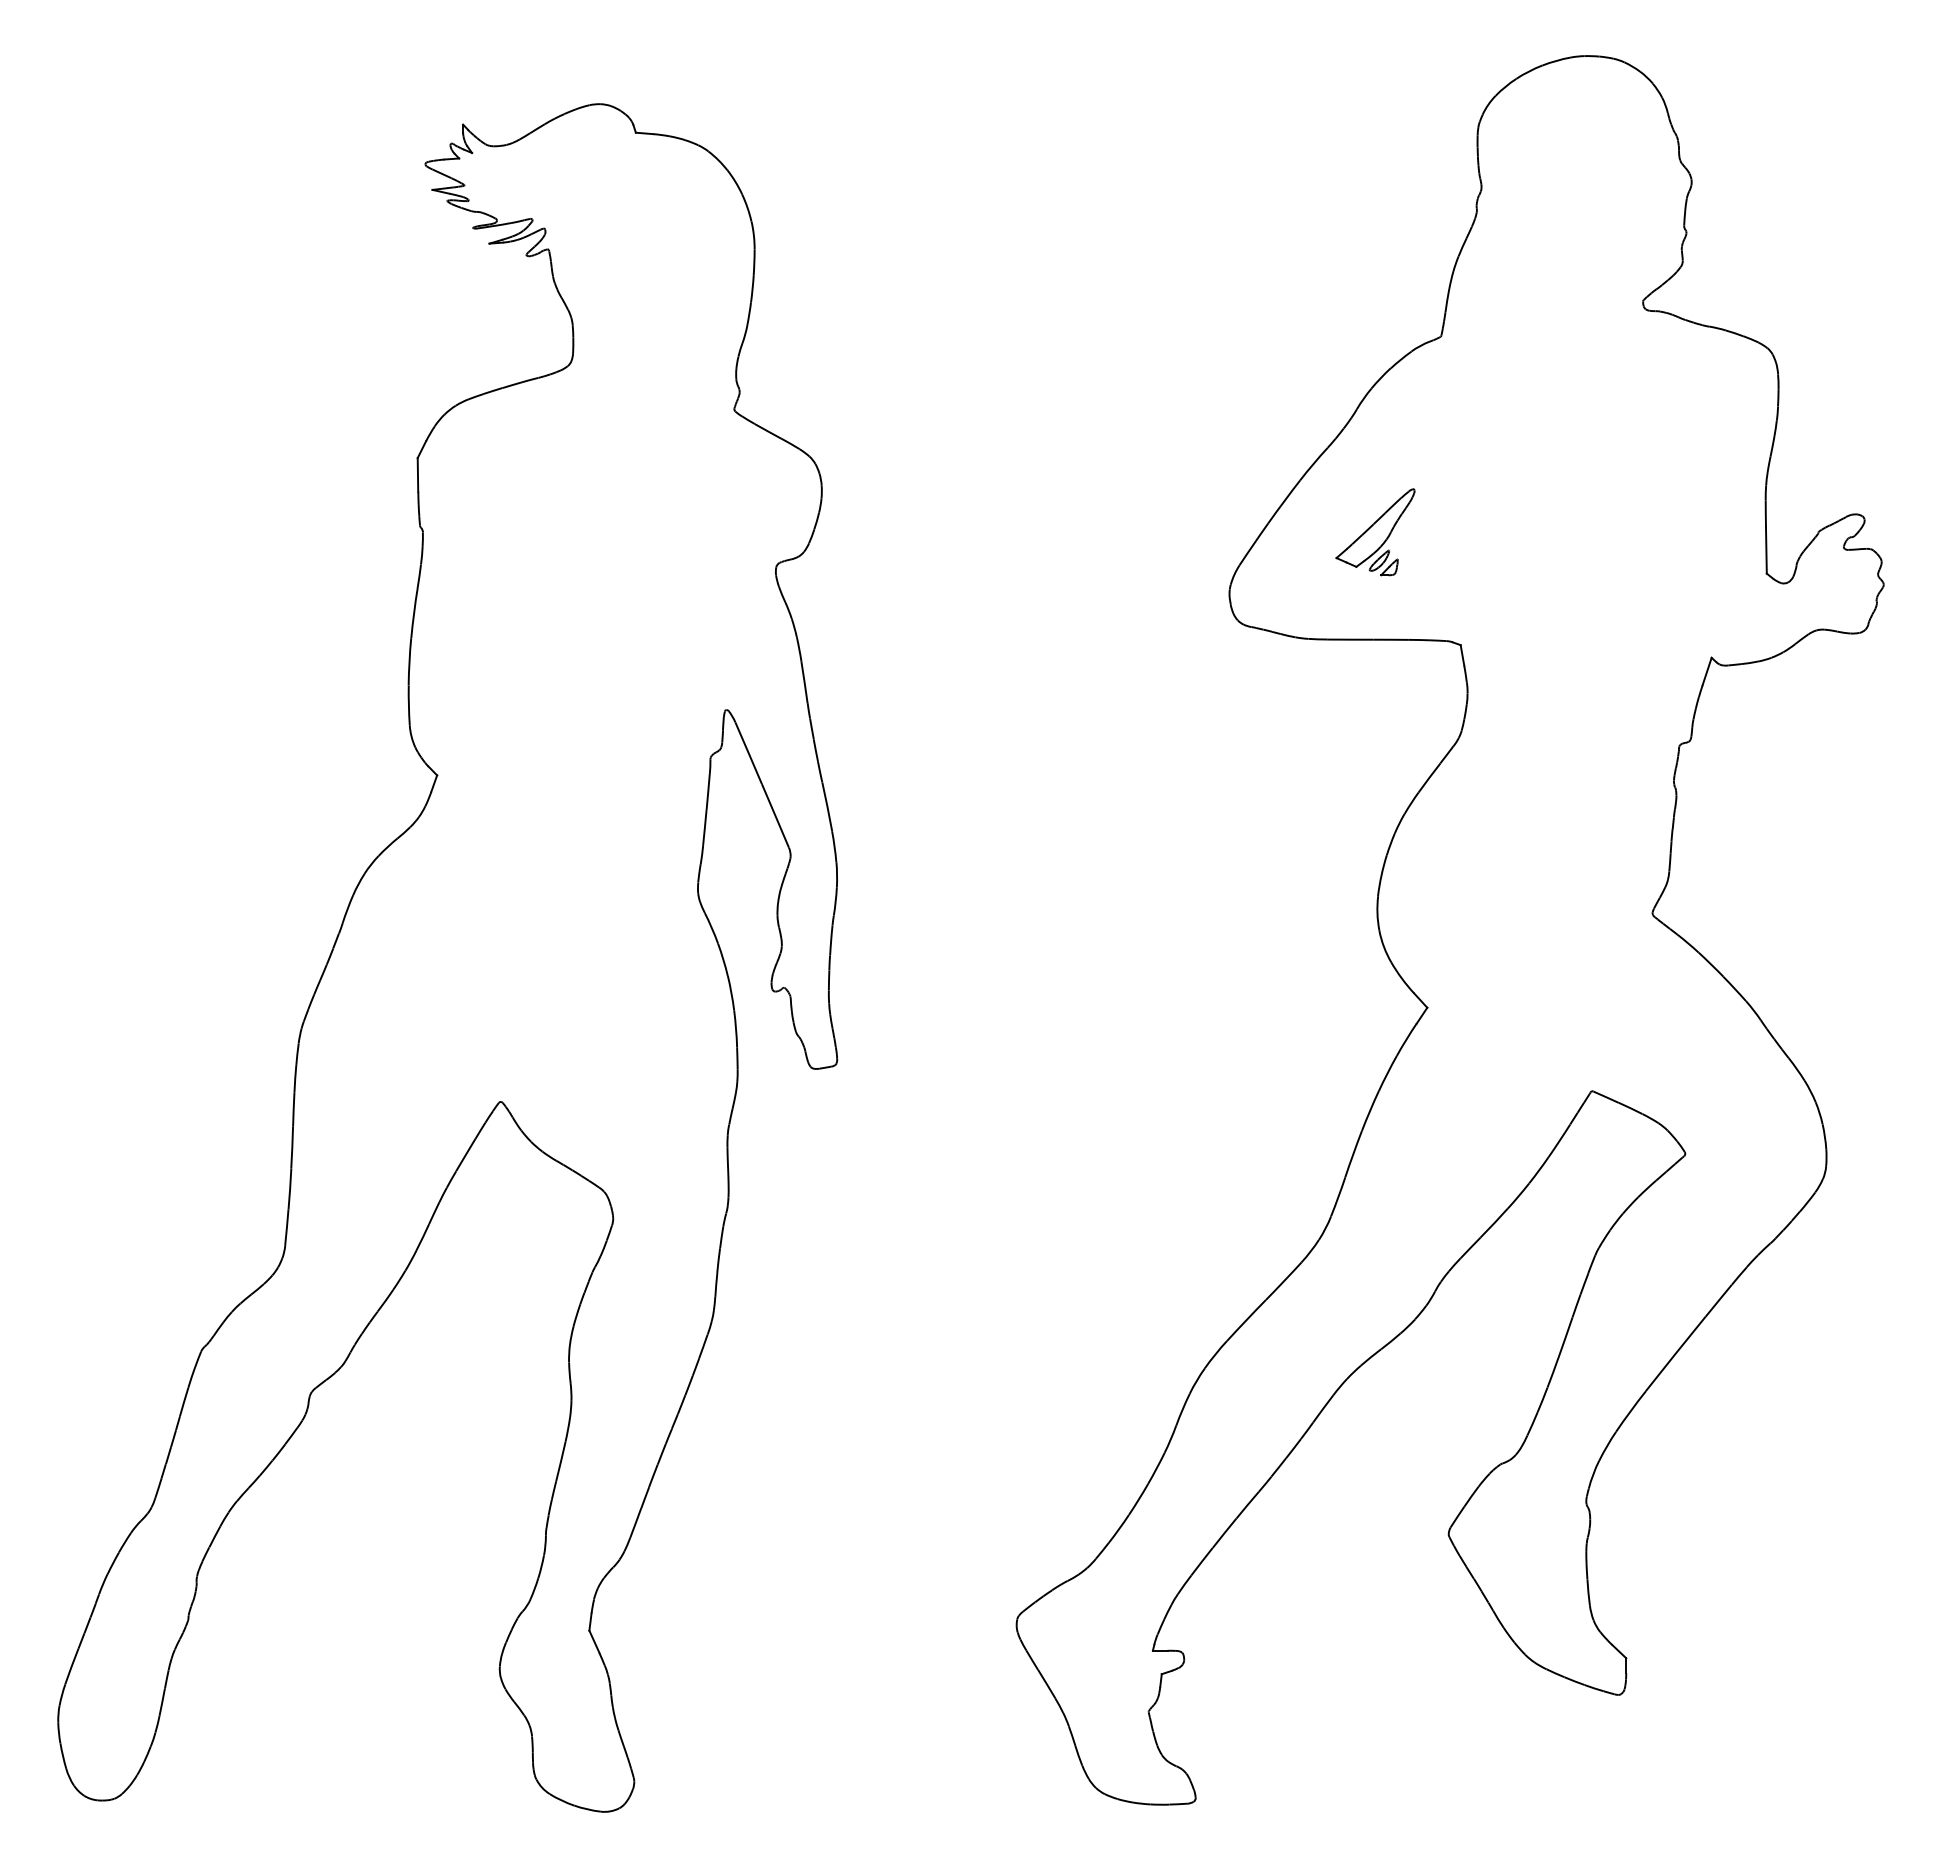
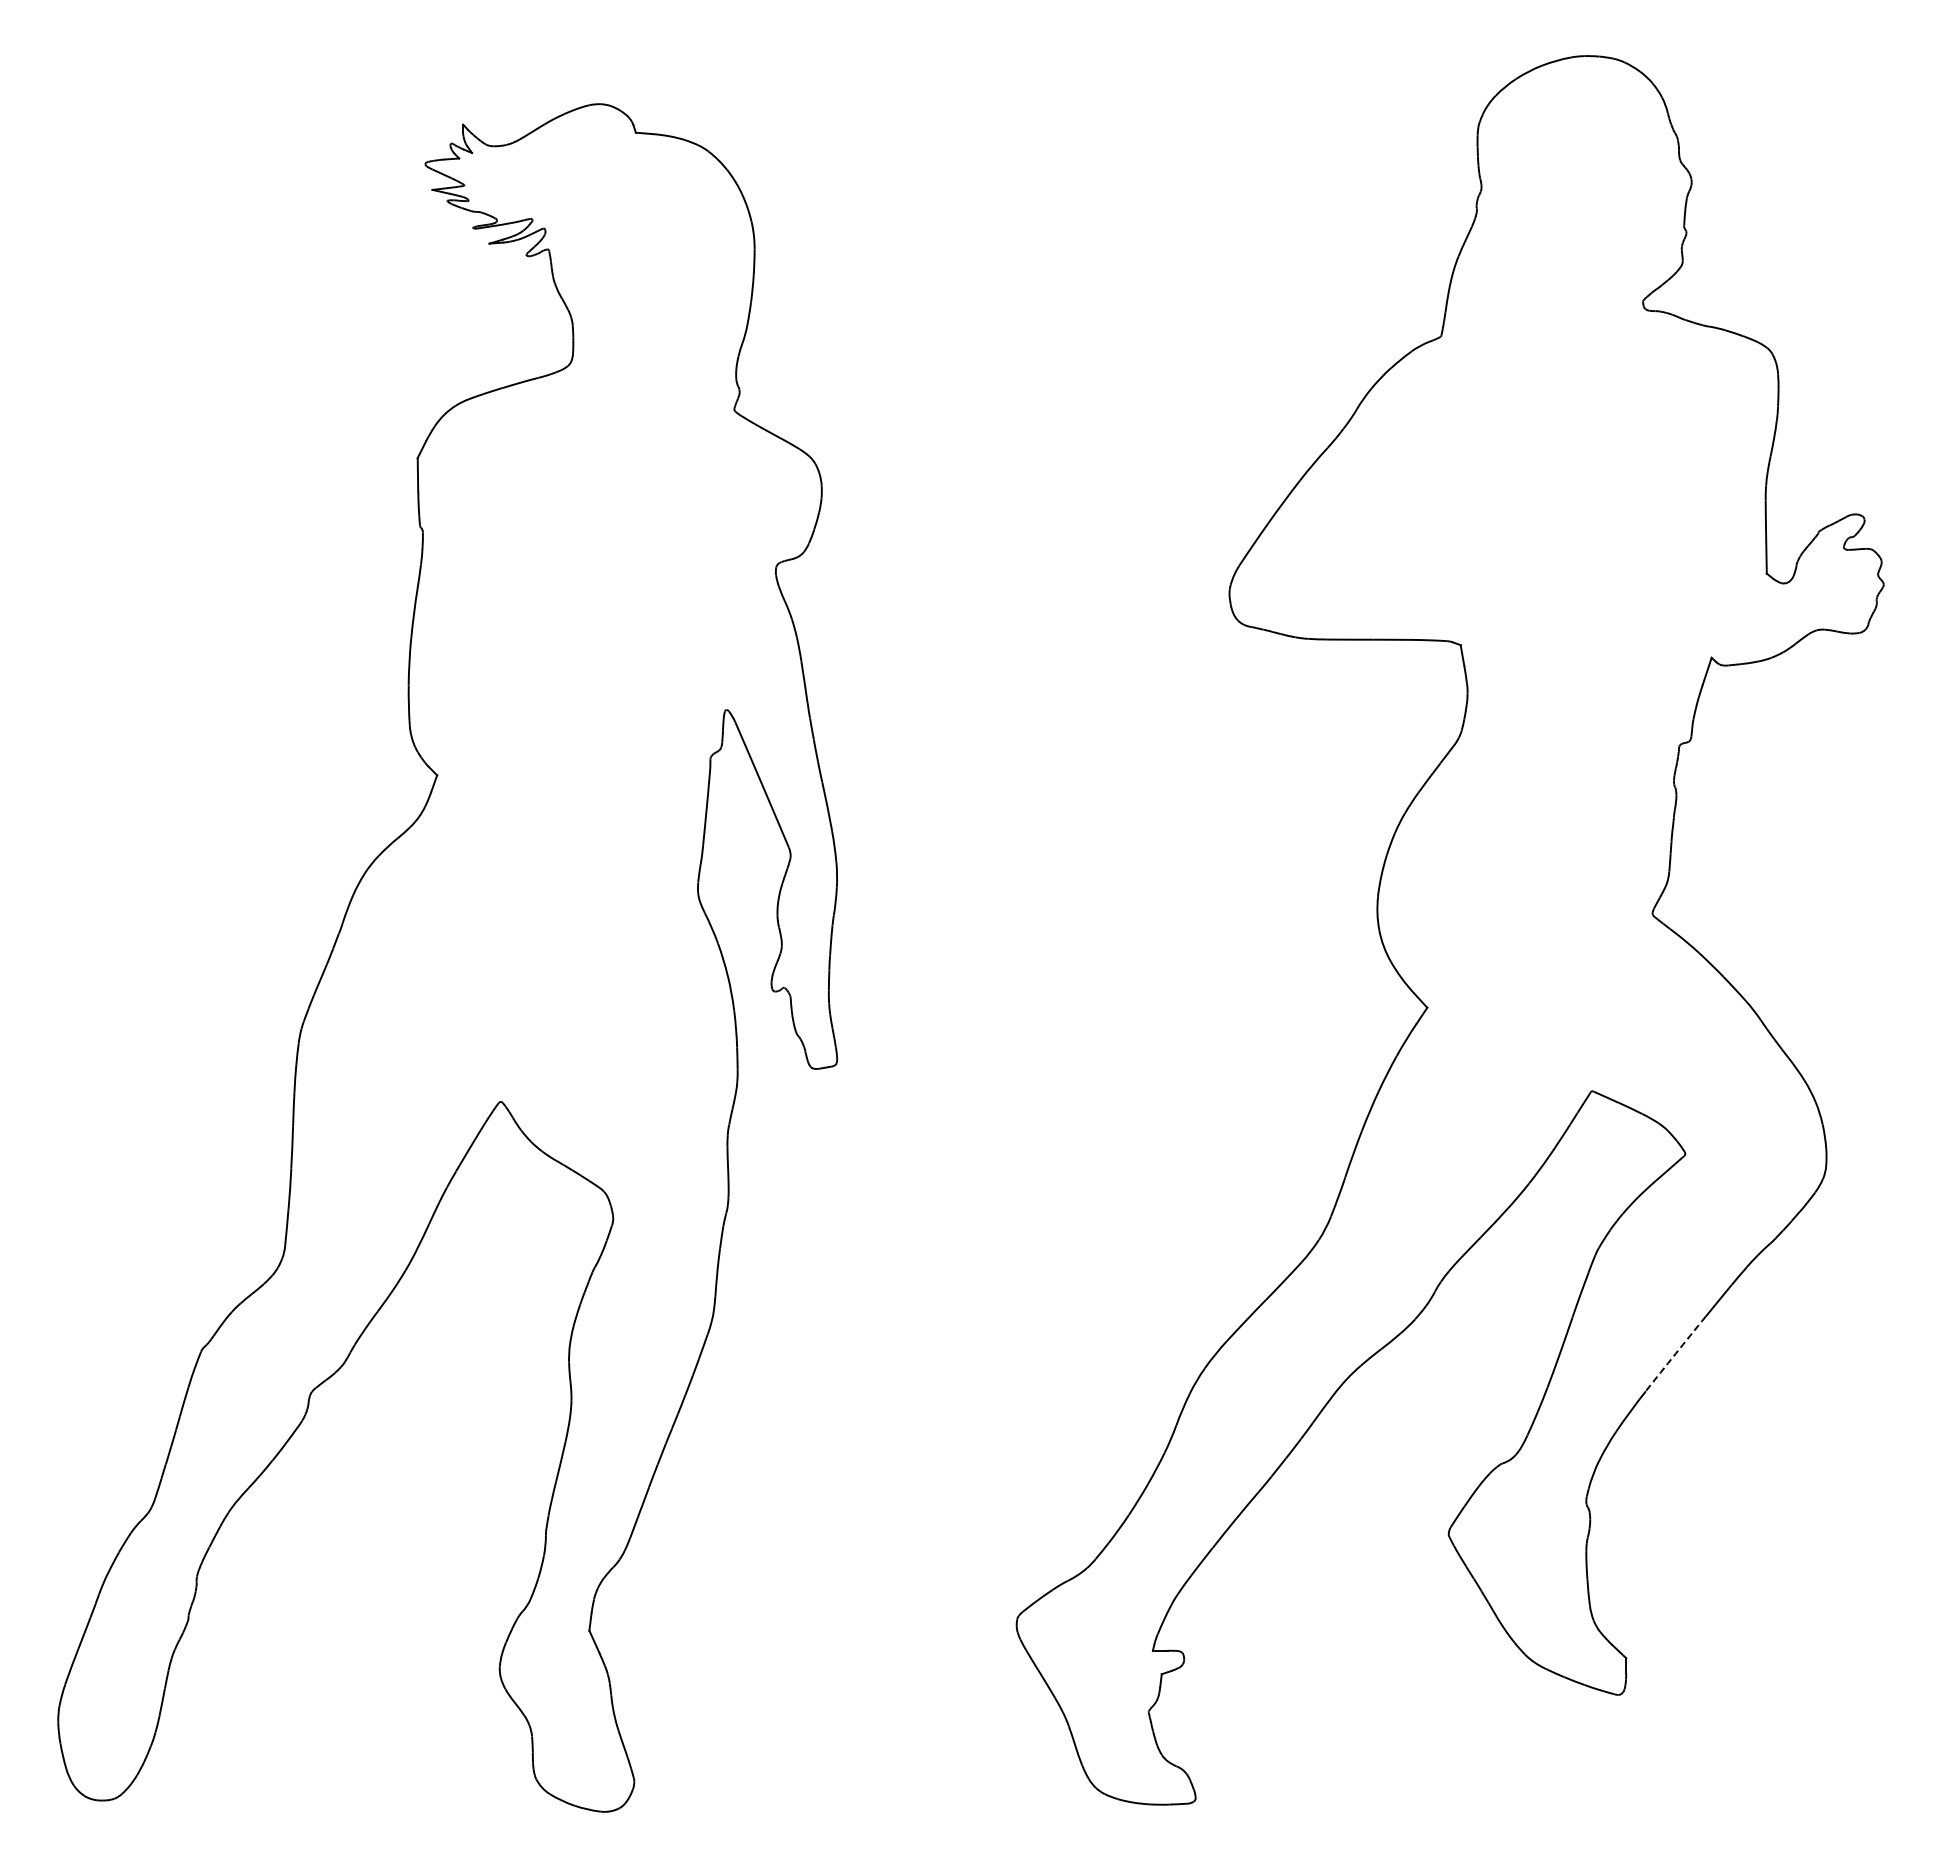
part at (1375, 532): present -> none
arc at (1675, 1353): solid -> dashed
